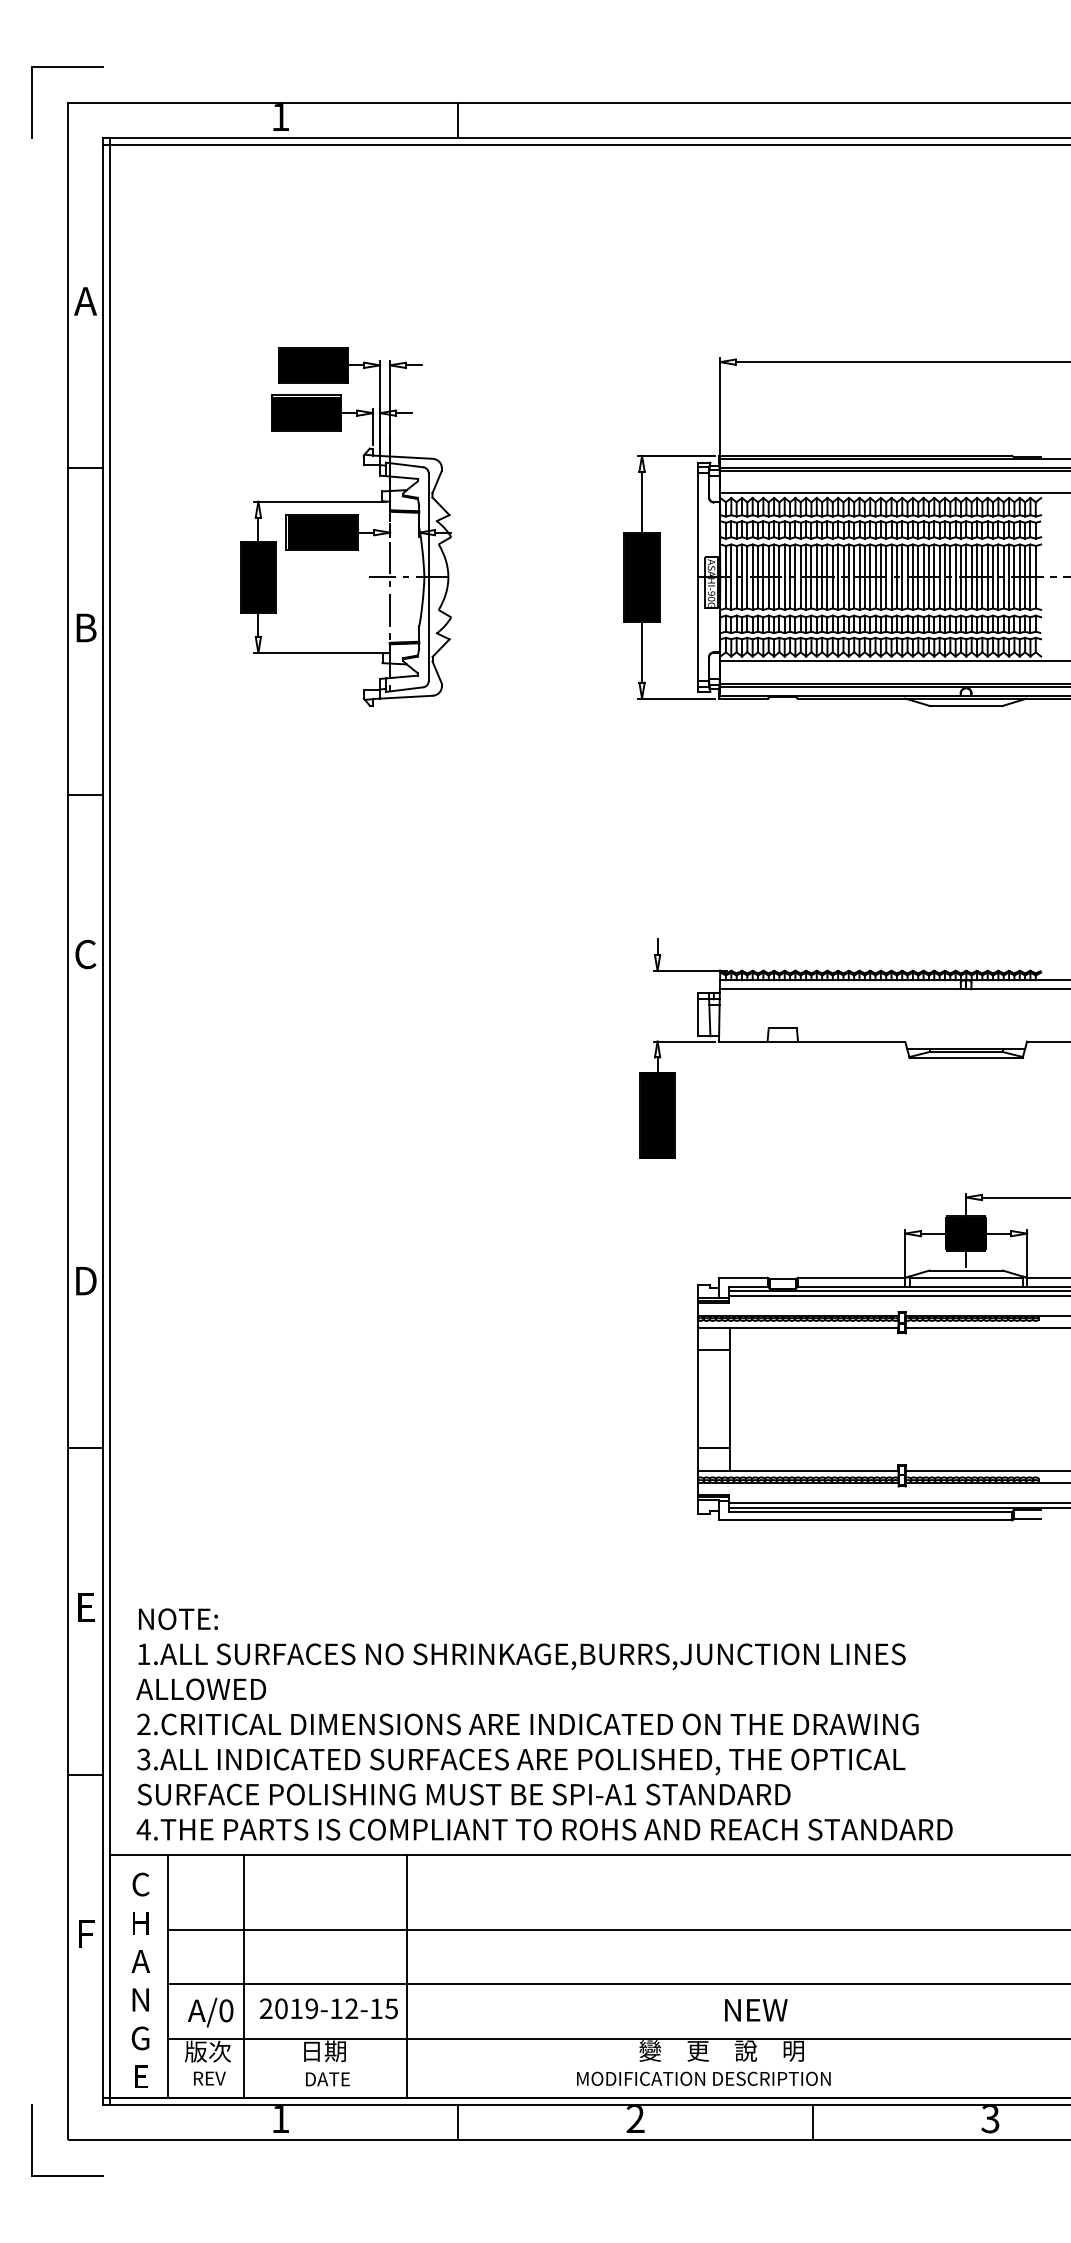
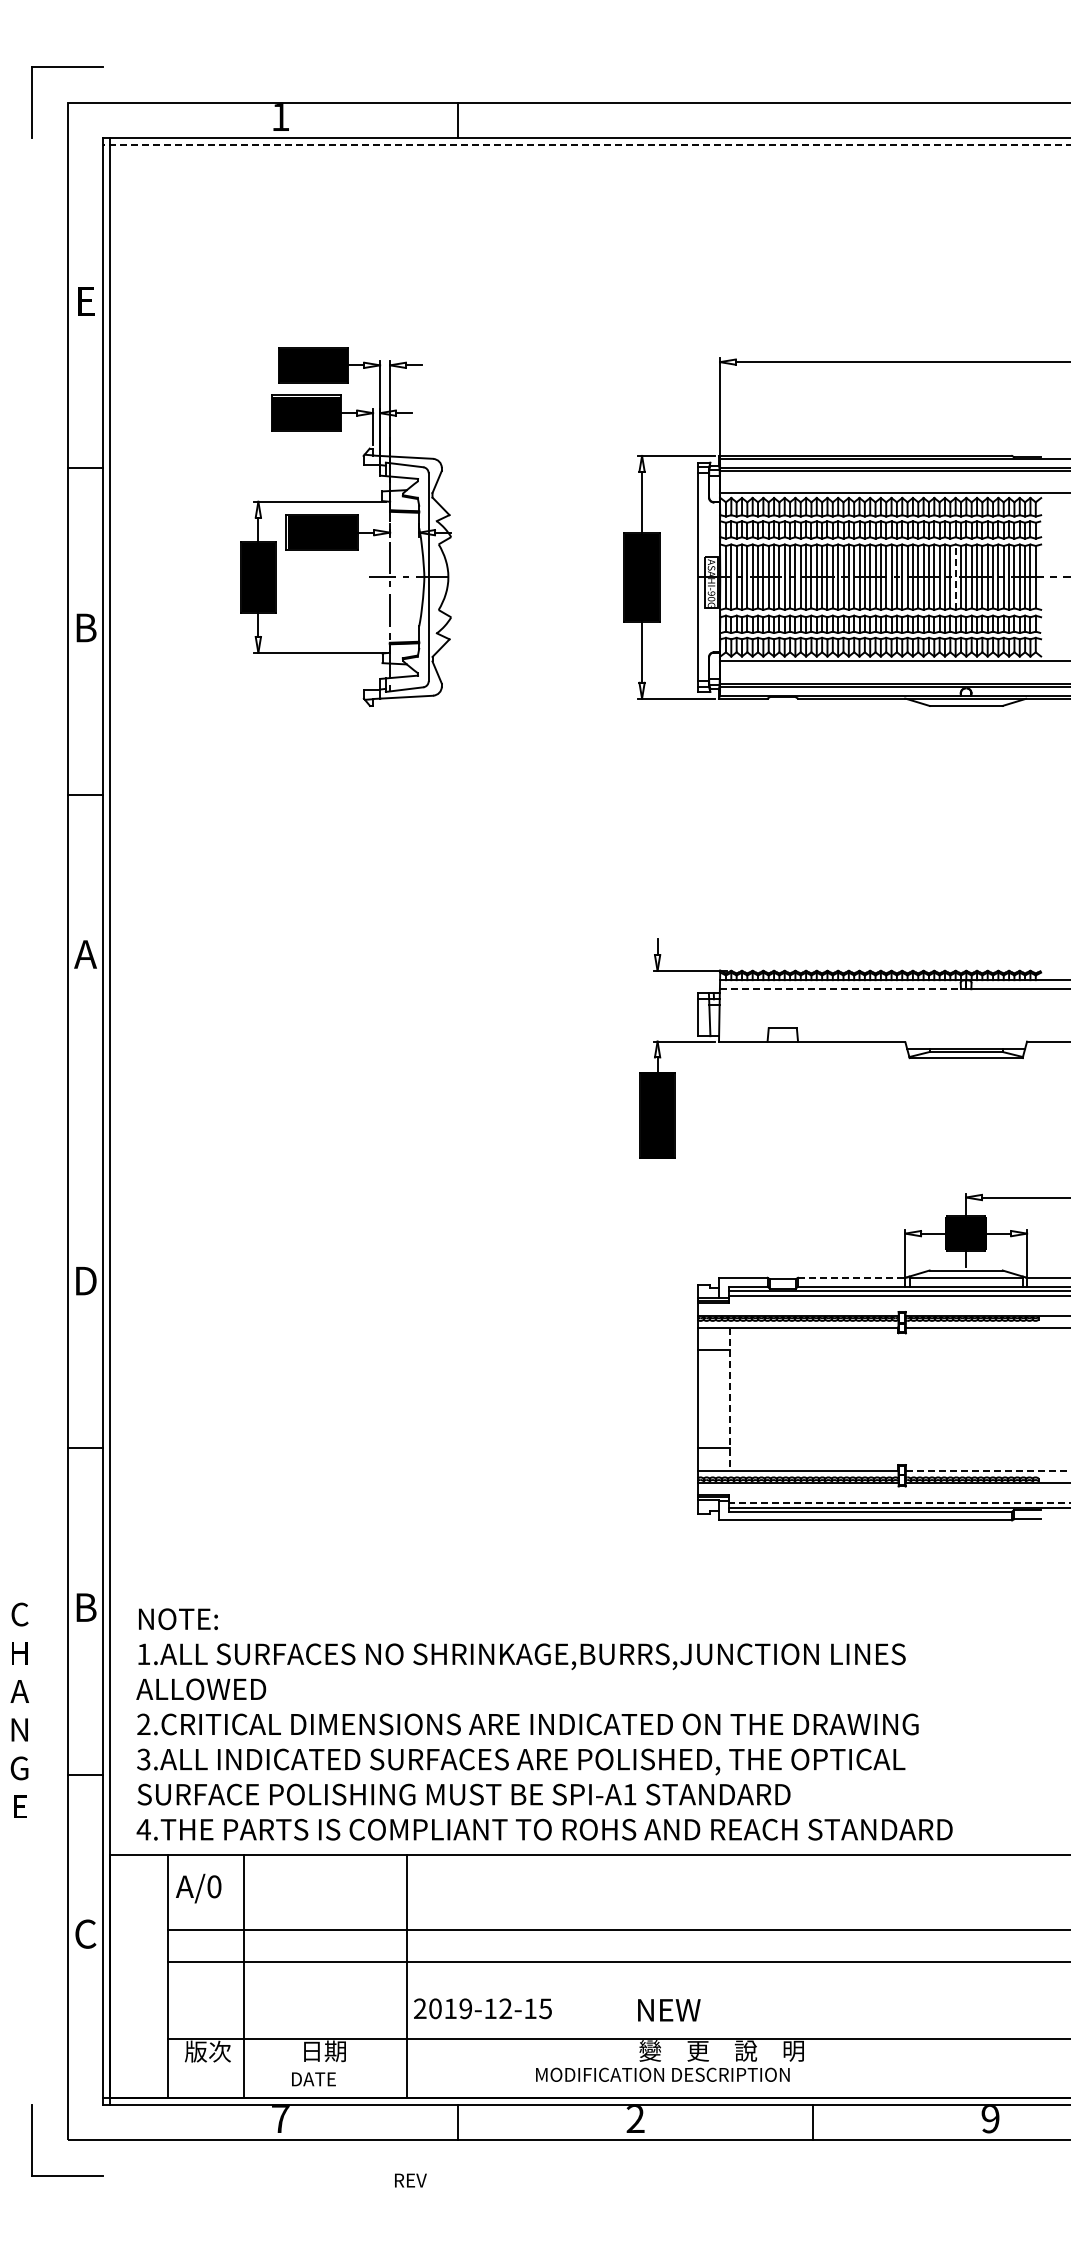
line at (586, 145): solid -> dashed
text at (85, 301): A -> E
line at (955, 577): solid -> dashed
text at (85, 954): C -> A
line at (840, 988): solid -> dashed
line at (851, 1277): solid -> dashed
line at (729, 1399): solid -> dashed
line at (987, 1470): solid -> dashed
line at (899, 1502): solid -> dashed
text at (86, 1607): E -> B
text at (85, 1933): F -> C
text at (140, 1979) position: (140, 1979) -> (19, 1709)
line at (617, 1984) position: (617, 1984) -> (617, 1962)
text at (328, 2008) position: (328, 2008) -> (482, 2008)
text at (756, 2010) position: (756, 2010) -> (669, 2010)
text at (210, 2012) position: (210, 2012) -> (198, 1888)
text at (209, 2078) position: (209, 2078) -> (410, 2180)
text at (703, 2078) position: (703, 2078) -> (662, 2074)
text at (327, 2079) position: (327, 2079) -> (313, 2079)
text at (280, 2119): 1 -> 7
text at (990, 2119): 3 -> 9
